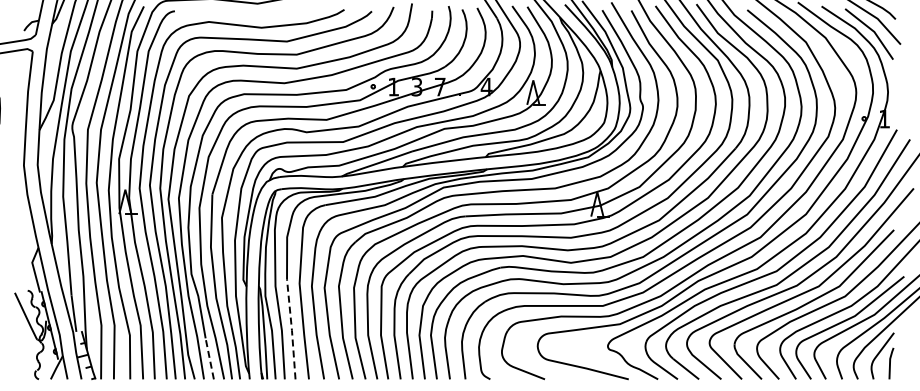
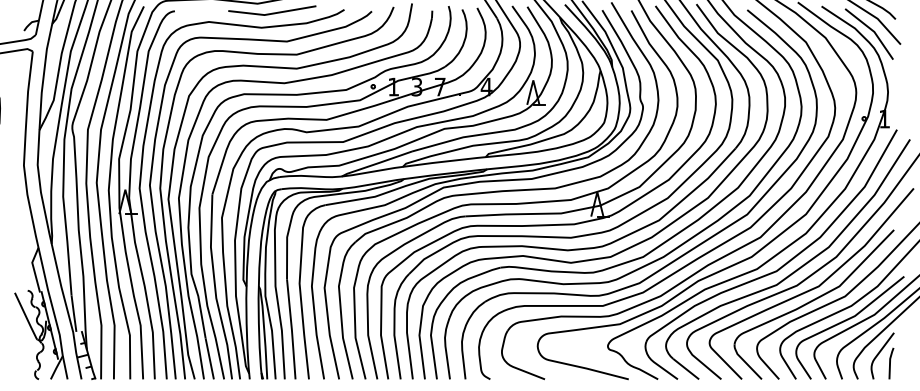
line at (272, 12): none -> present
line at (291, 329): dashed -> solid
line at (209, 358): dashed -> solid
